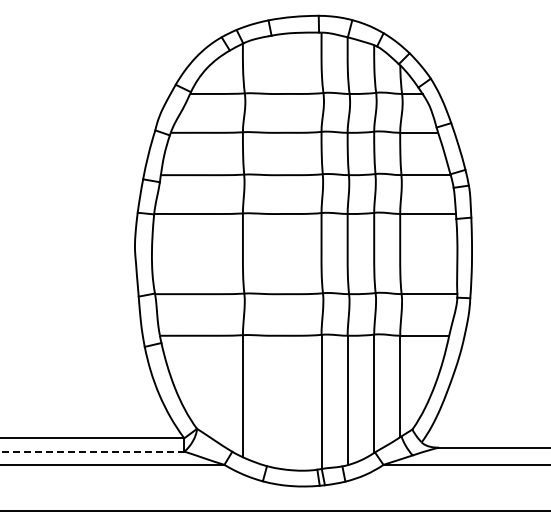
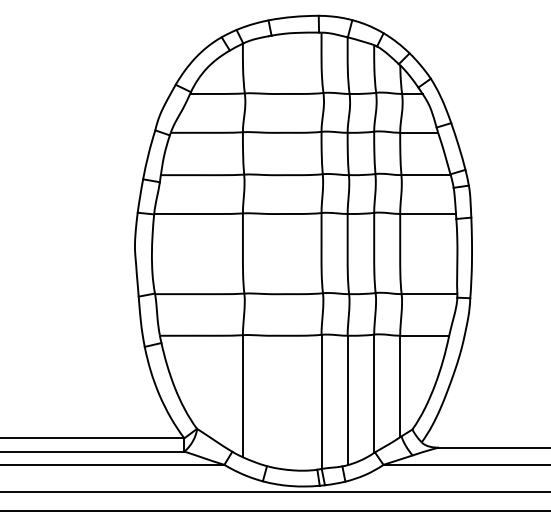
line at (92, 451): dashed -> solid
line at (274, 492): none -> present
